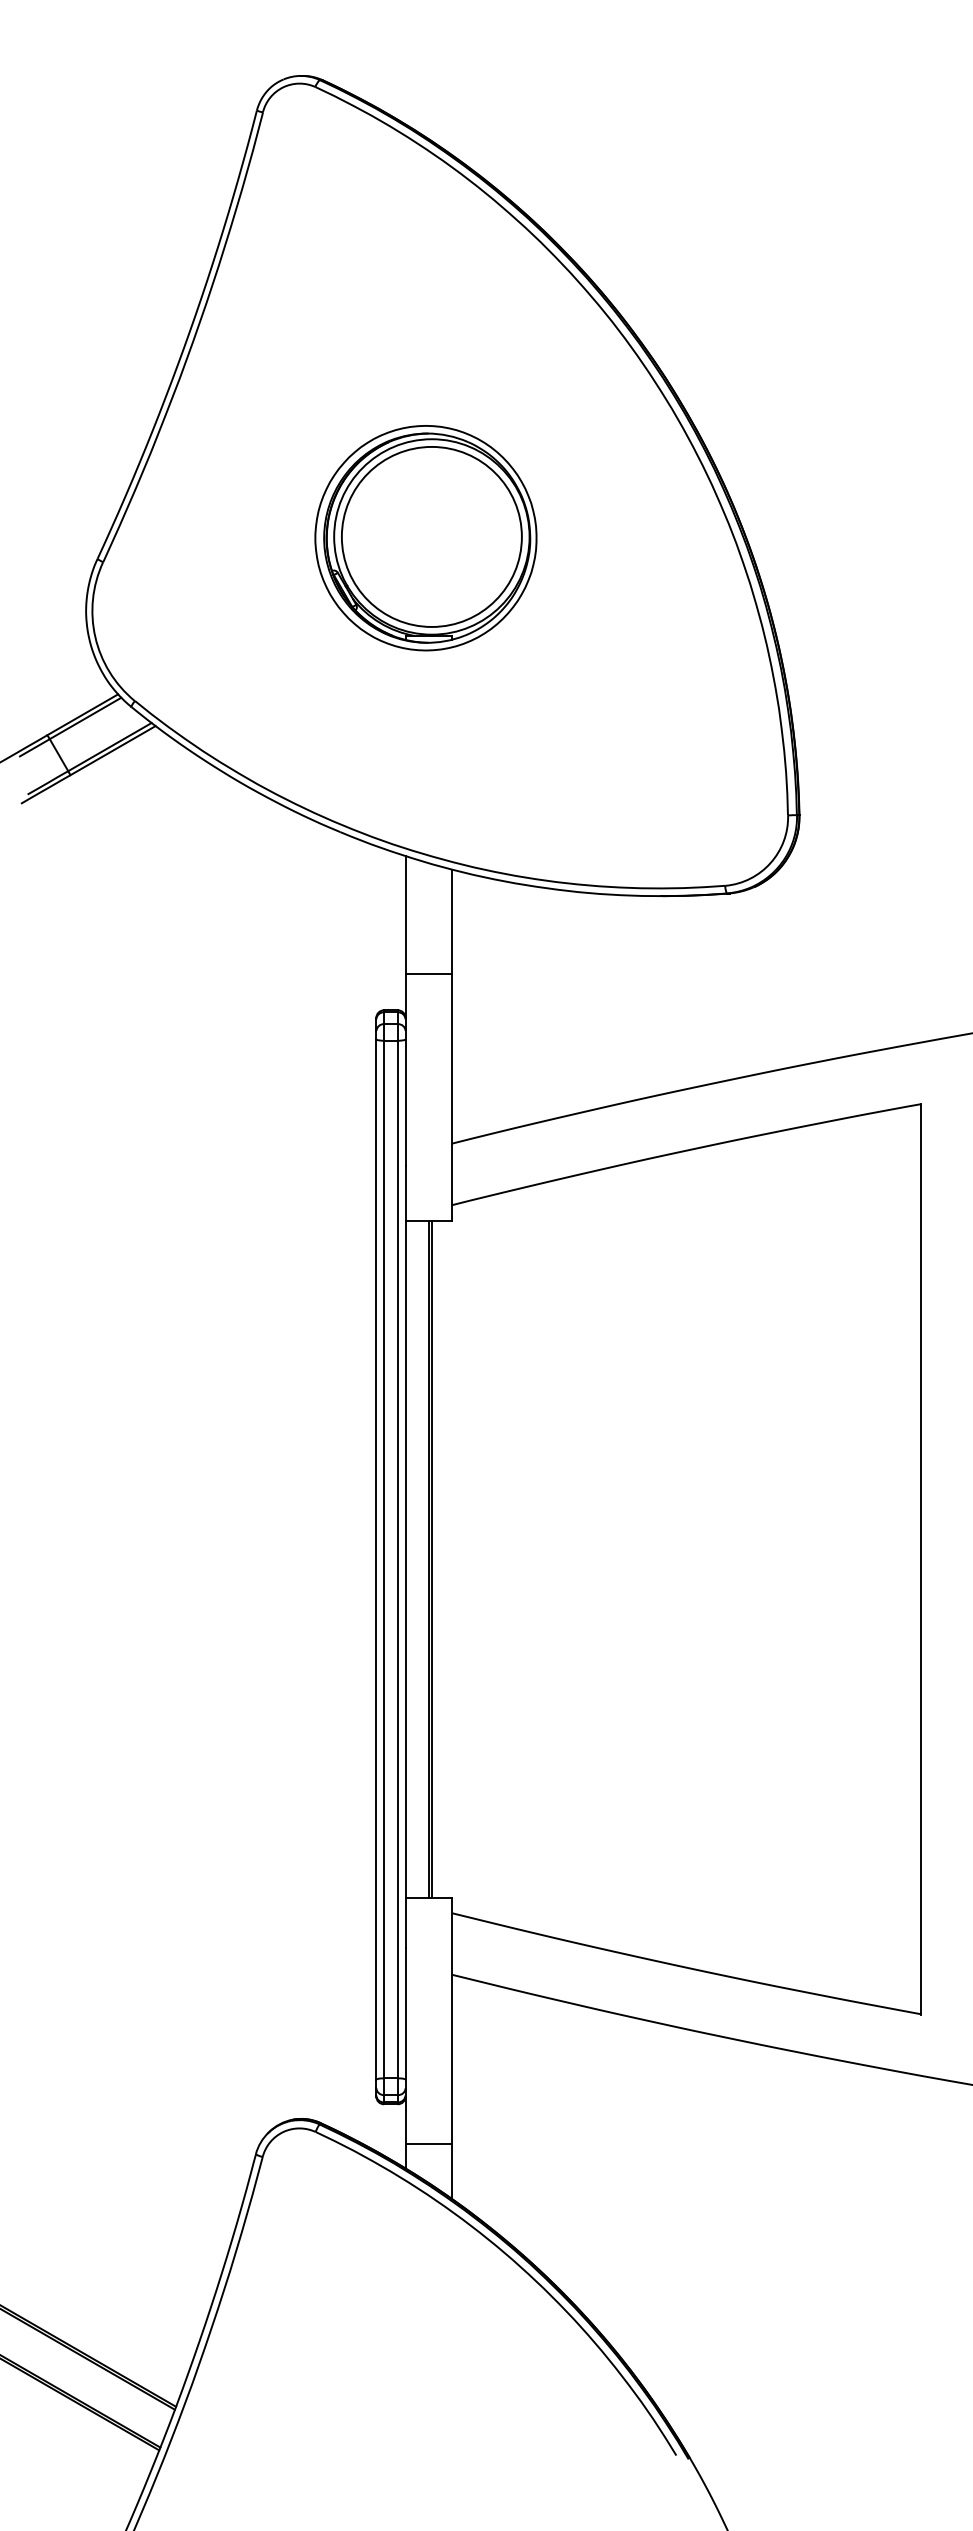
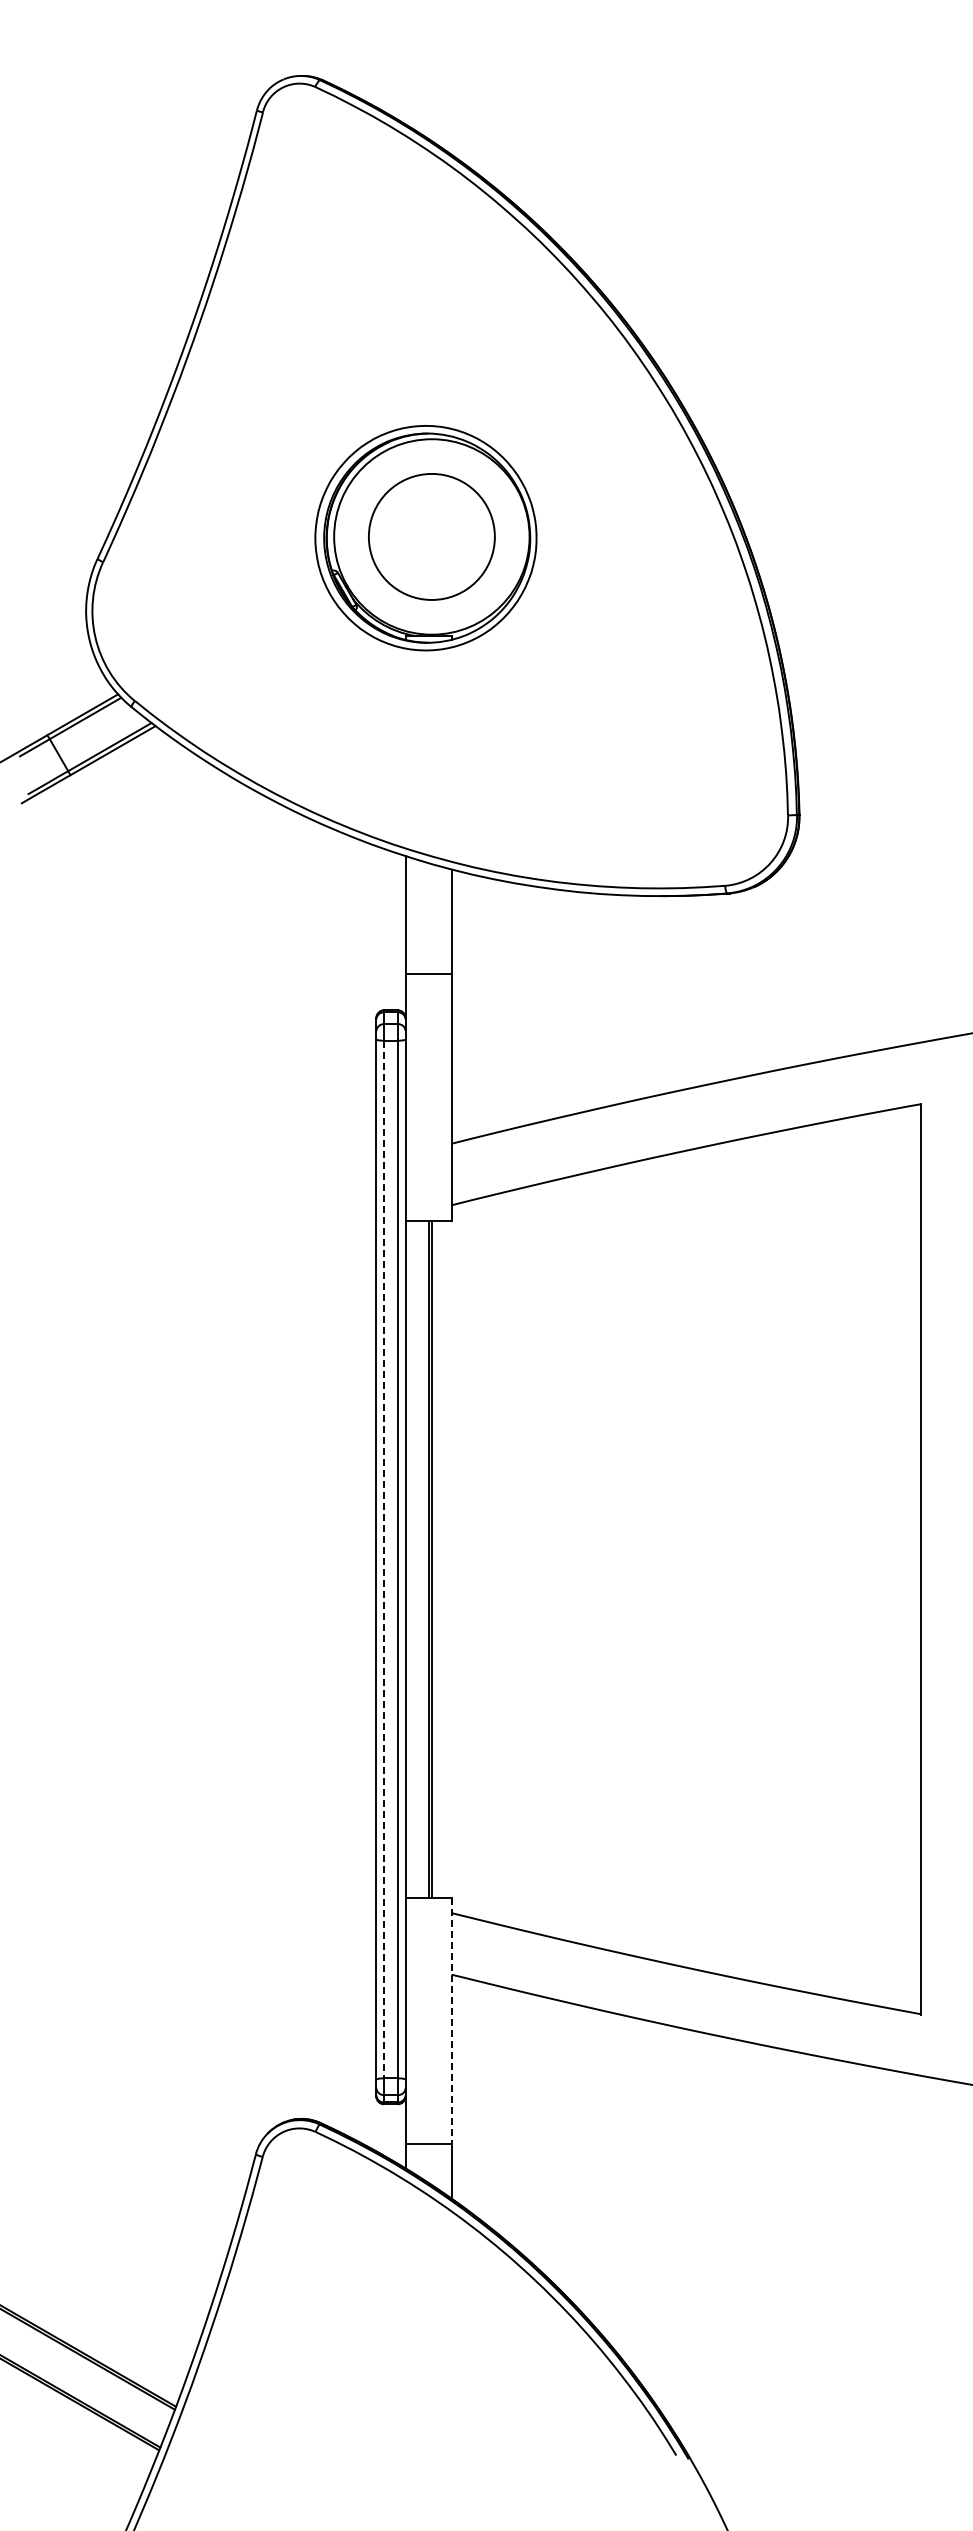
circle at (431, 536) diameter: 180 px -> 126 px
line at (384, 1559): solid -> dashed
line at (451, 2021): solid -> dashed
